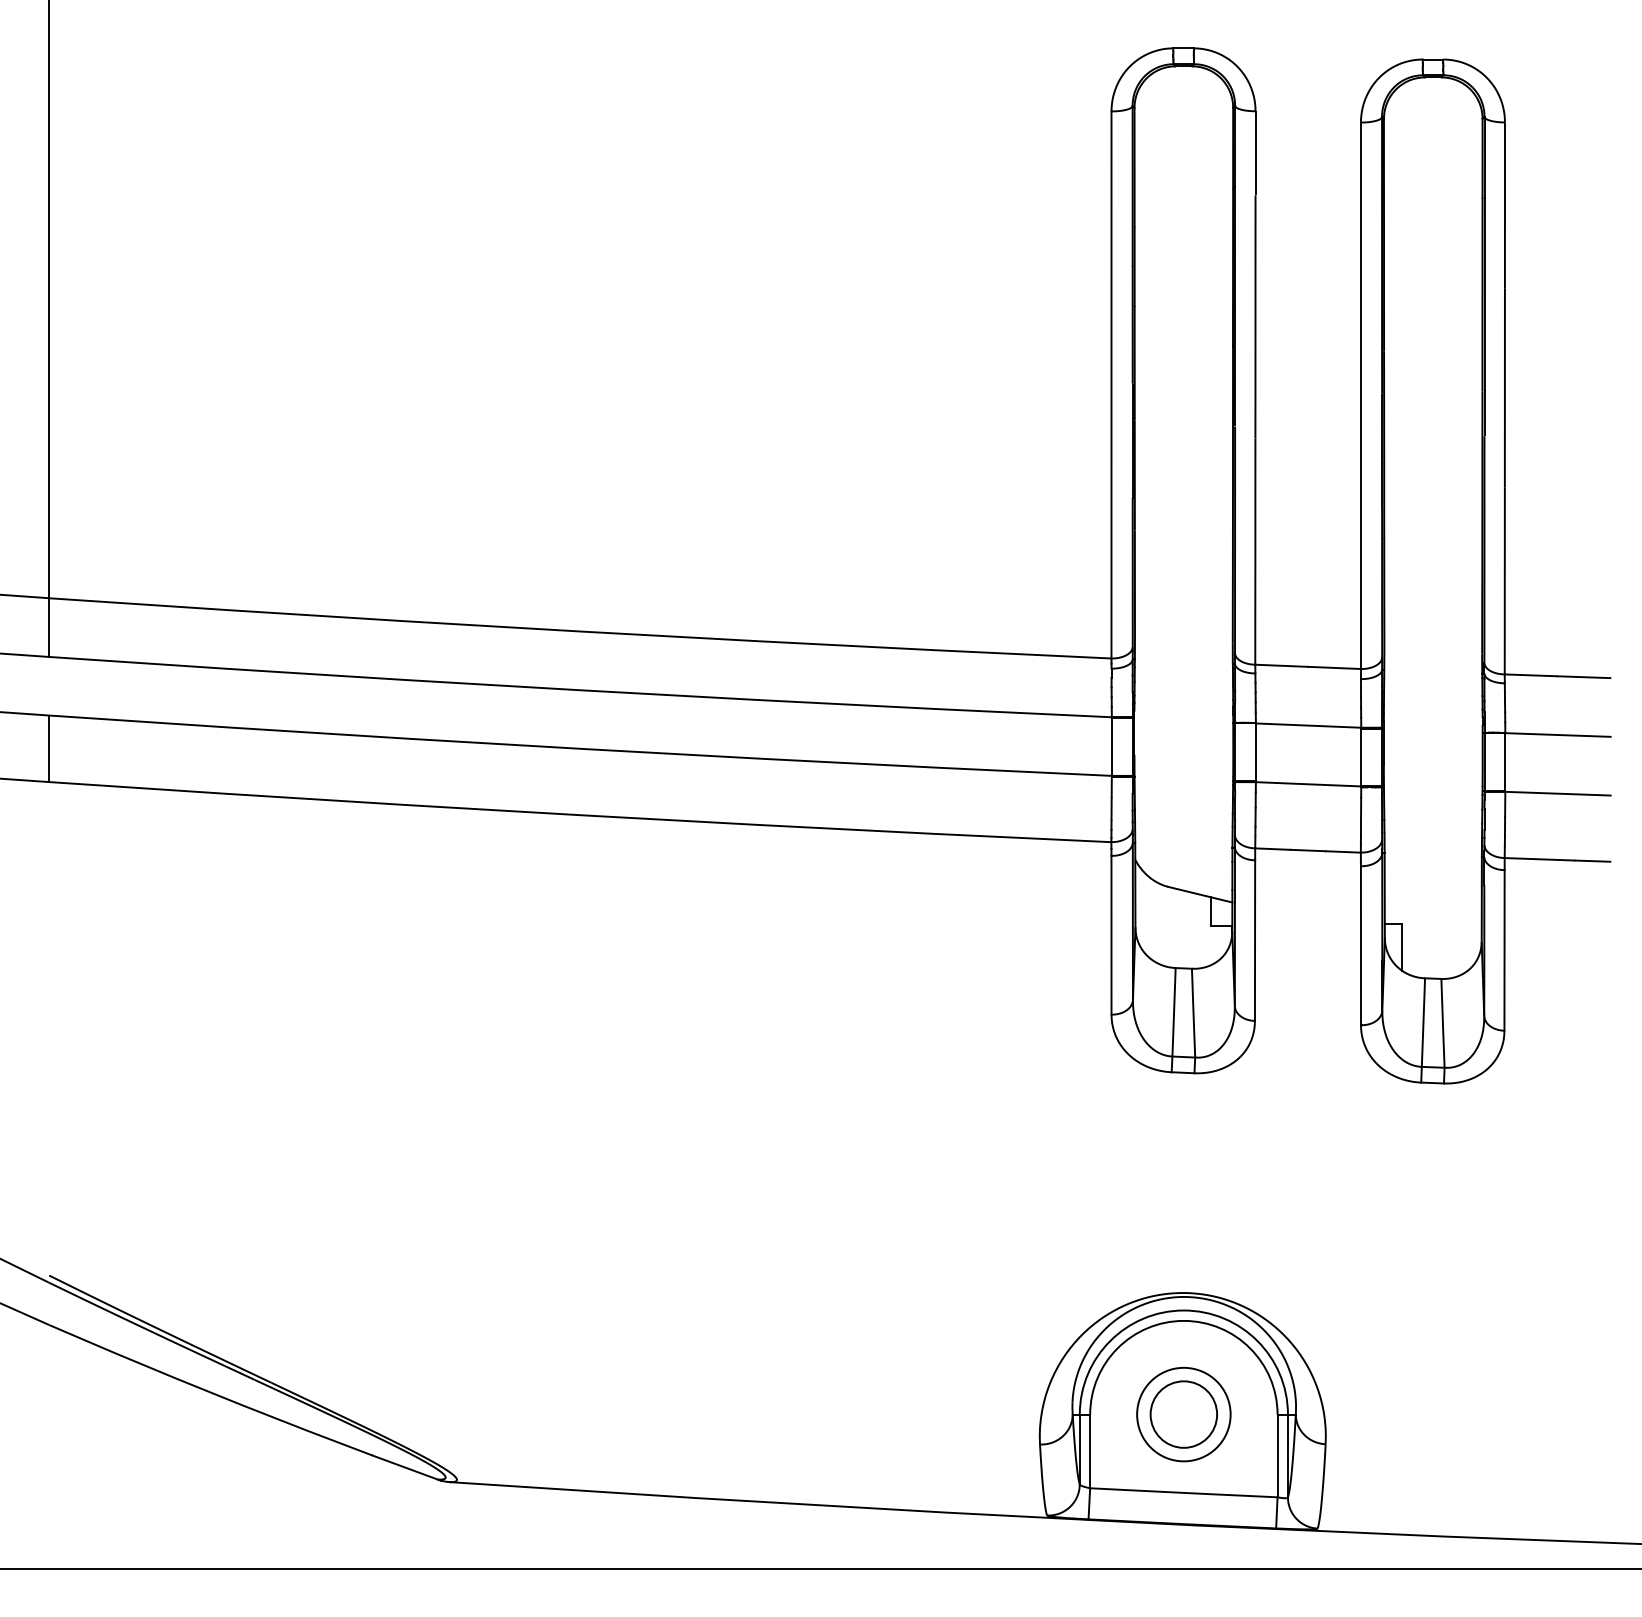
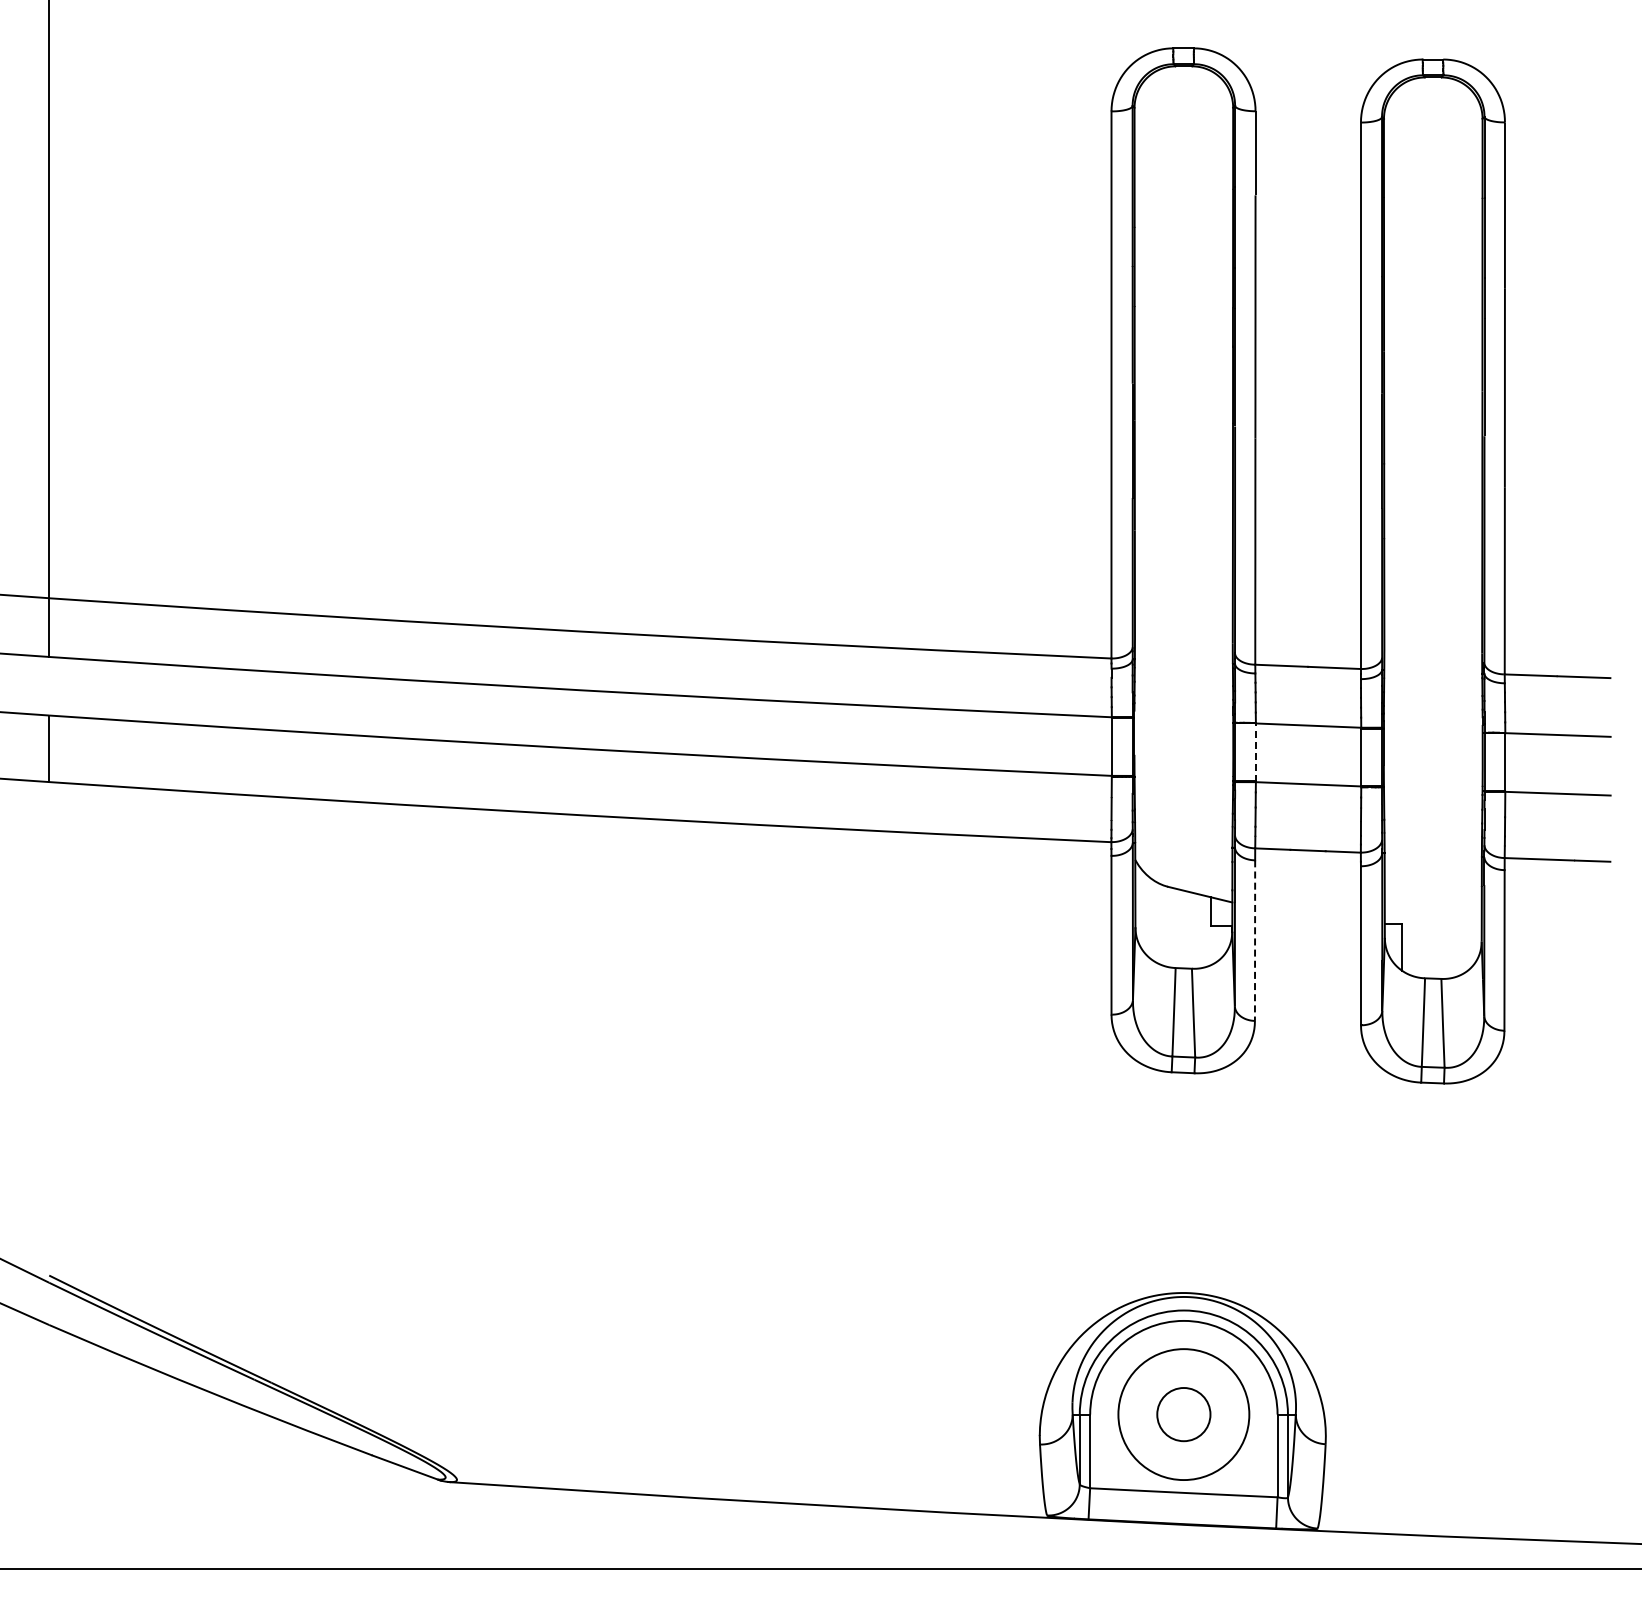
line at (1255, 752): solid -> dashed
line at (1255, 941): solid -> dashed
circle at (1183, 1414) diameter: 67 px -> 53 px
circle at (1183, 1414) diameter: 94 px -> 131 px
